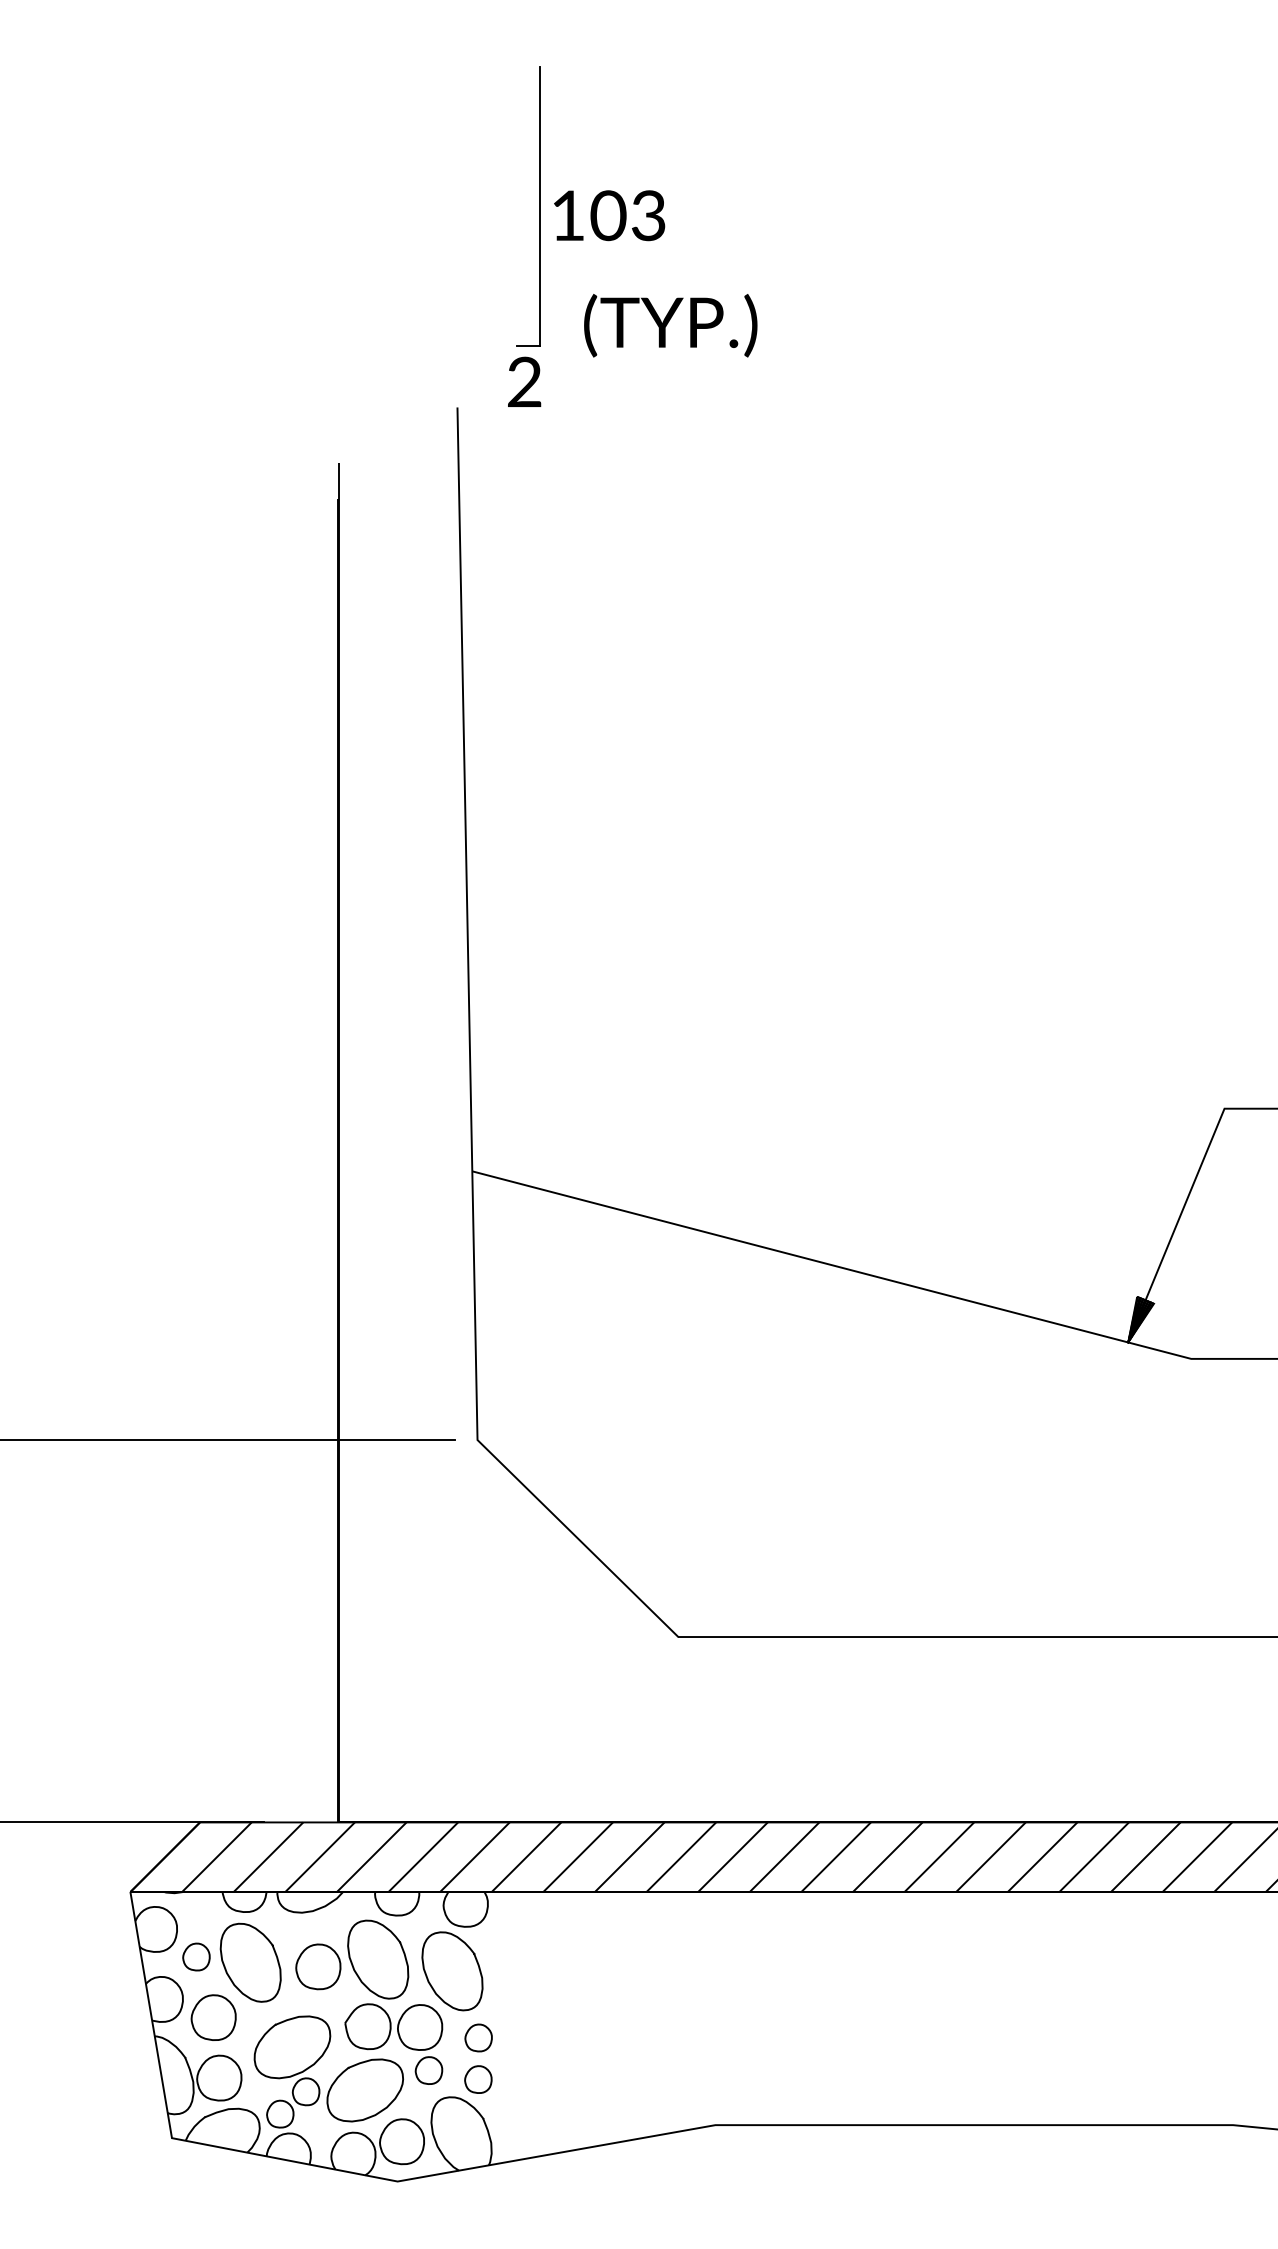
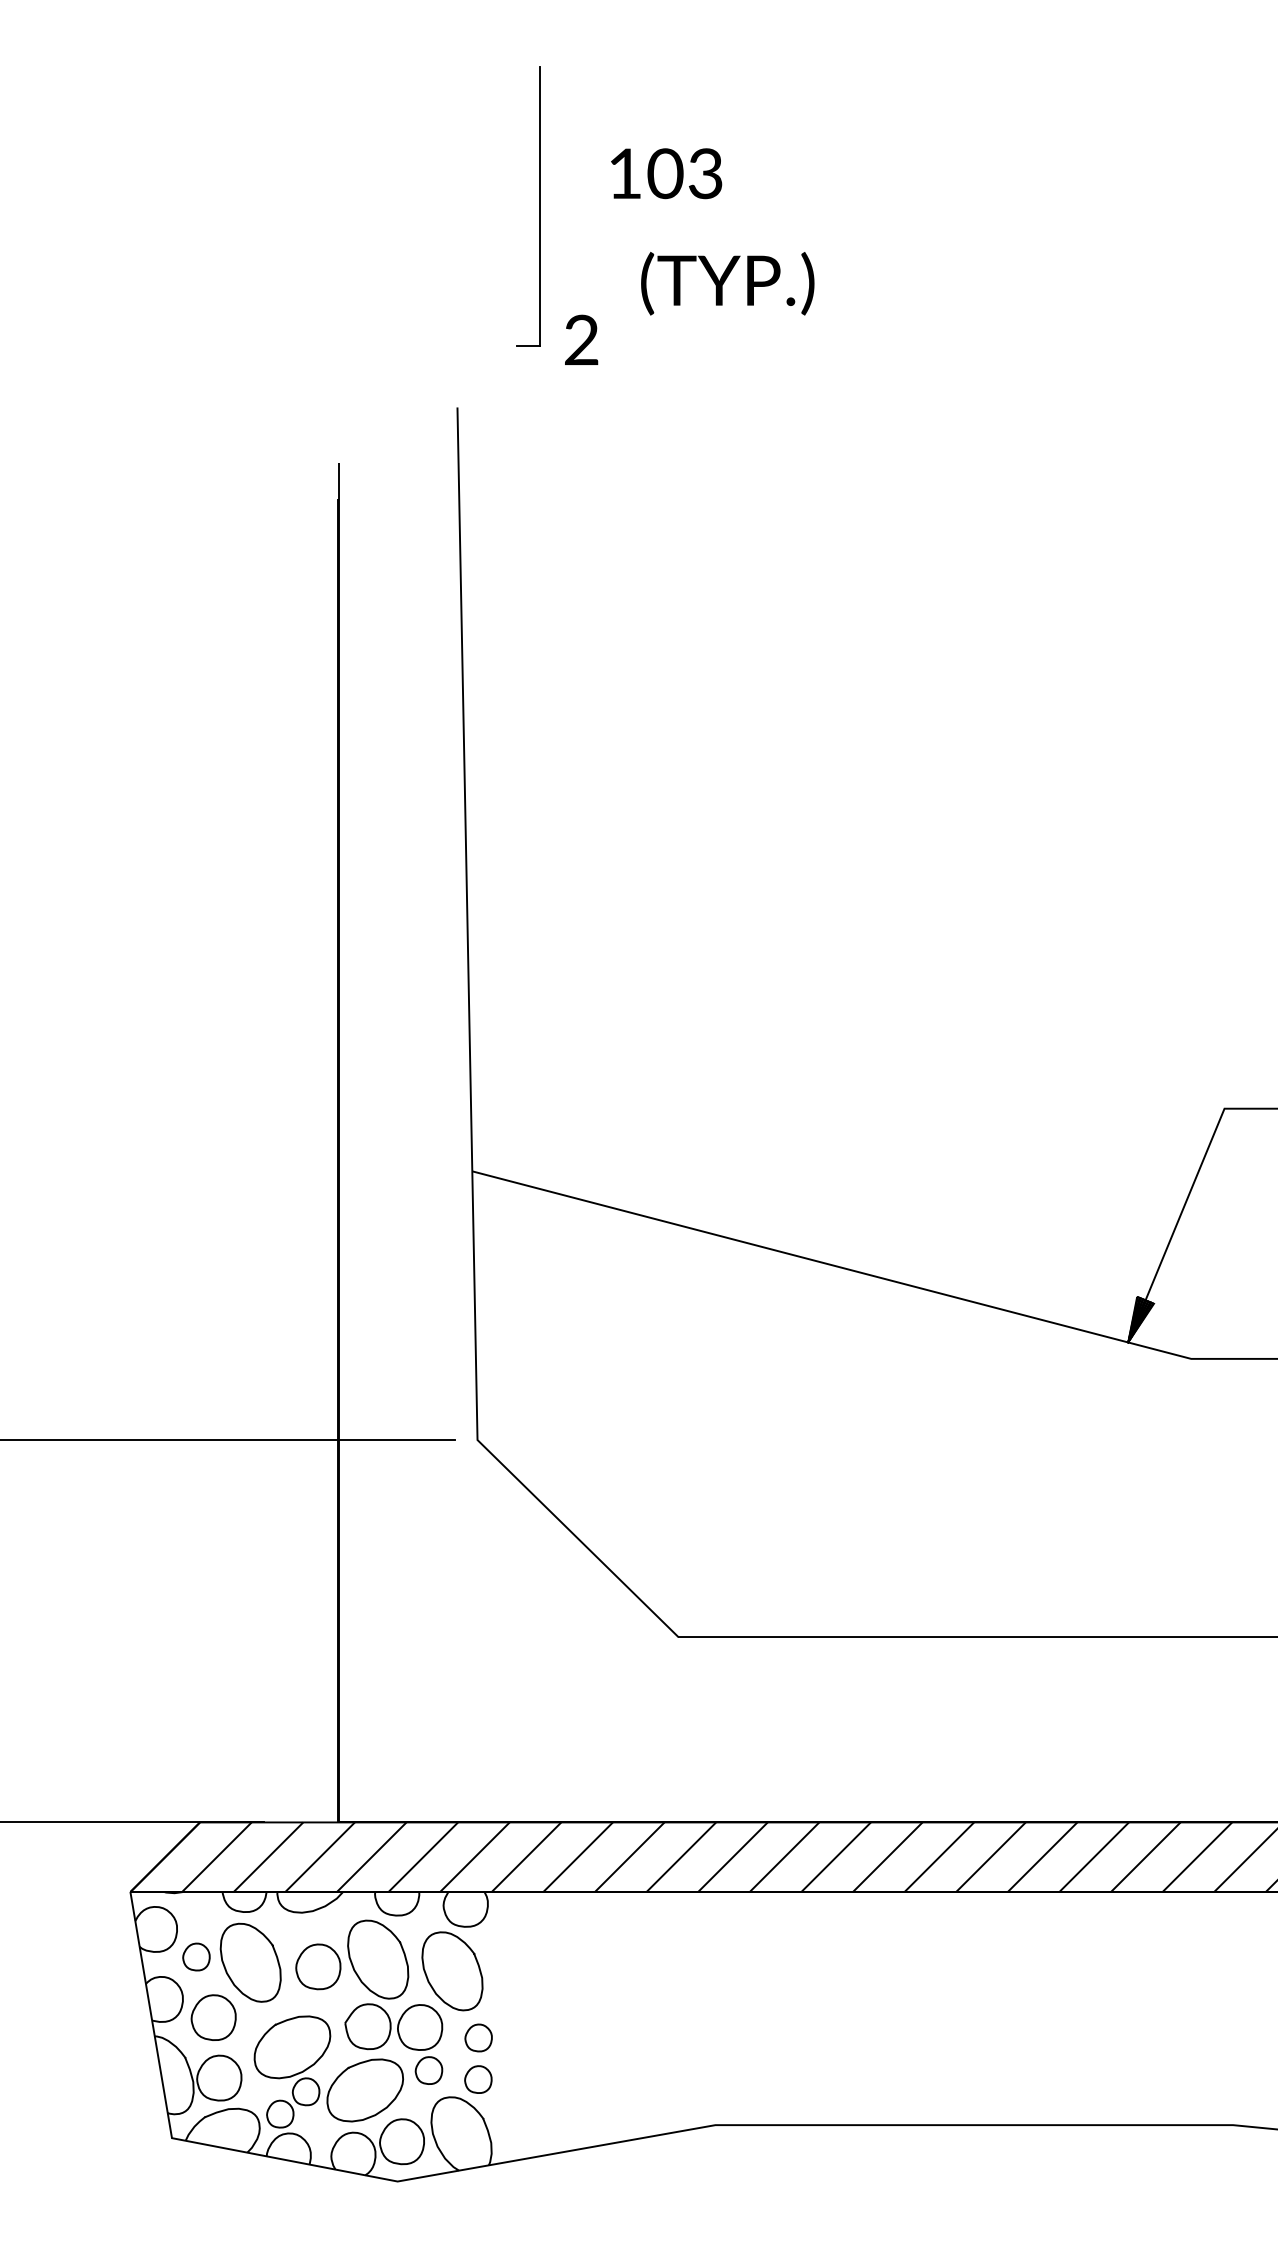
text at (632, 298) position: (632, 298) -> (689, 256)
